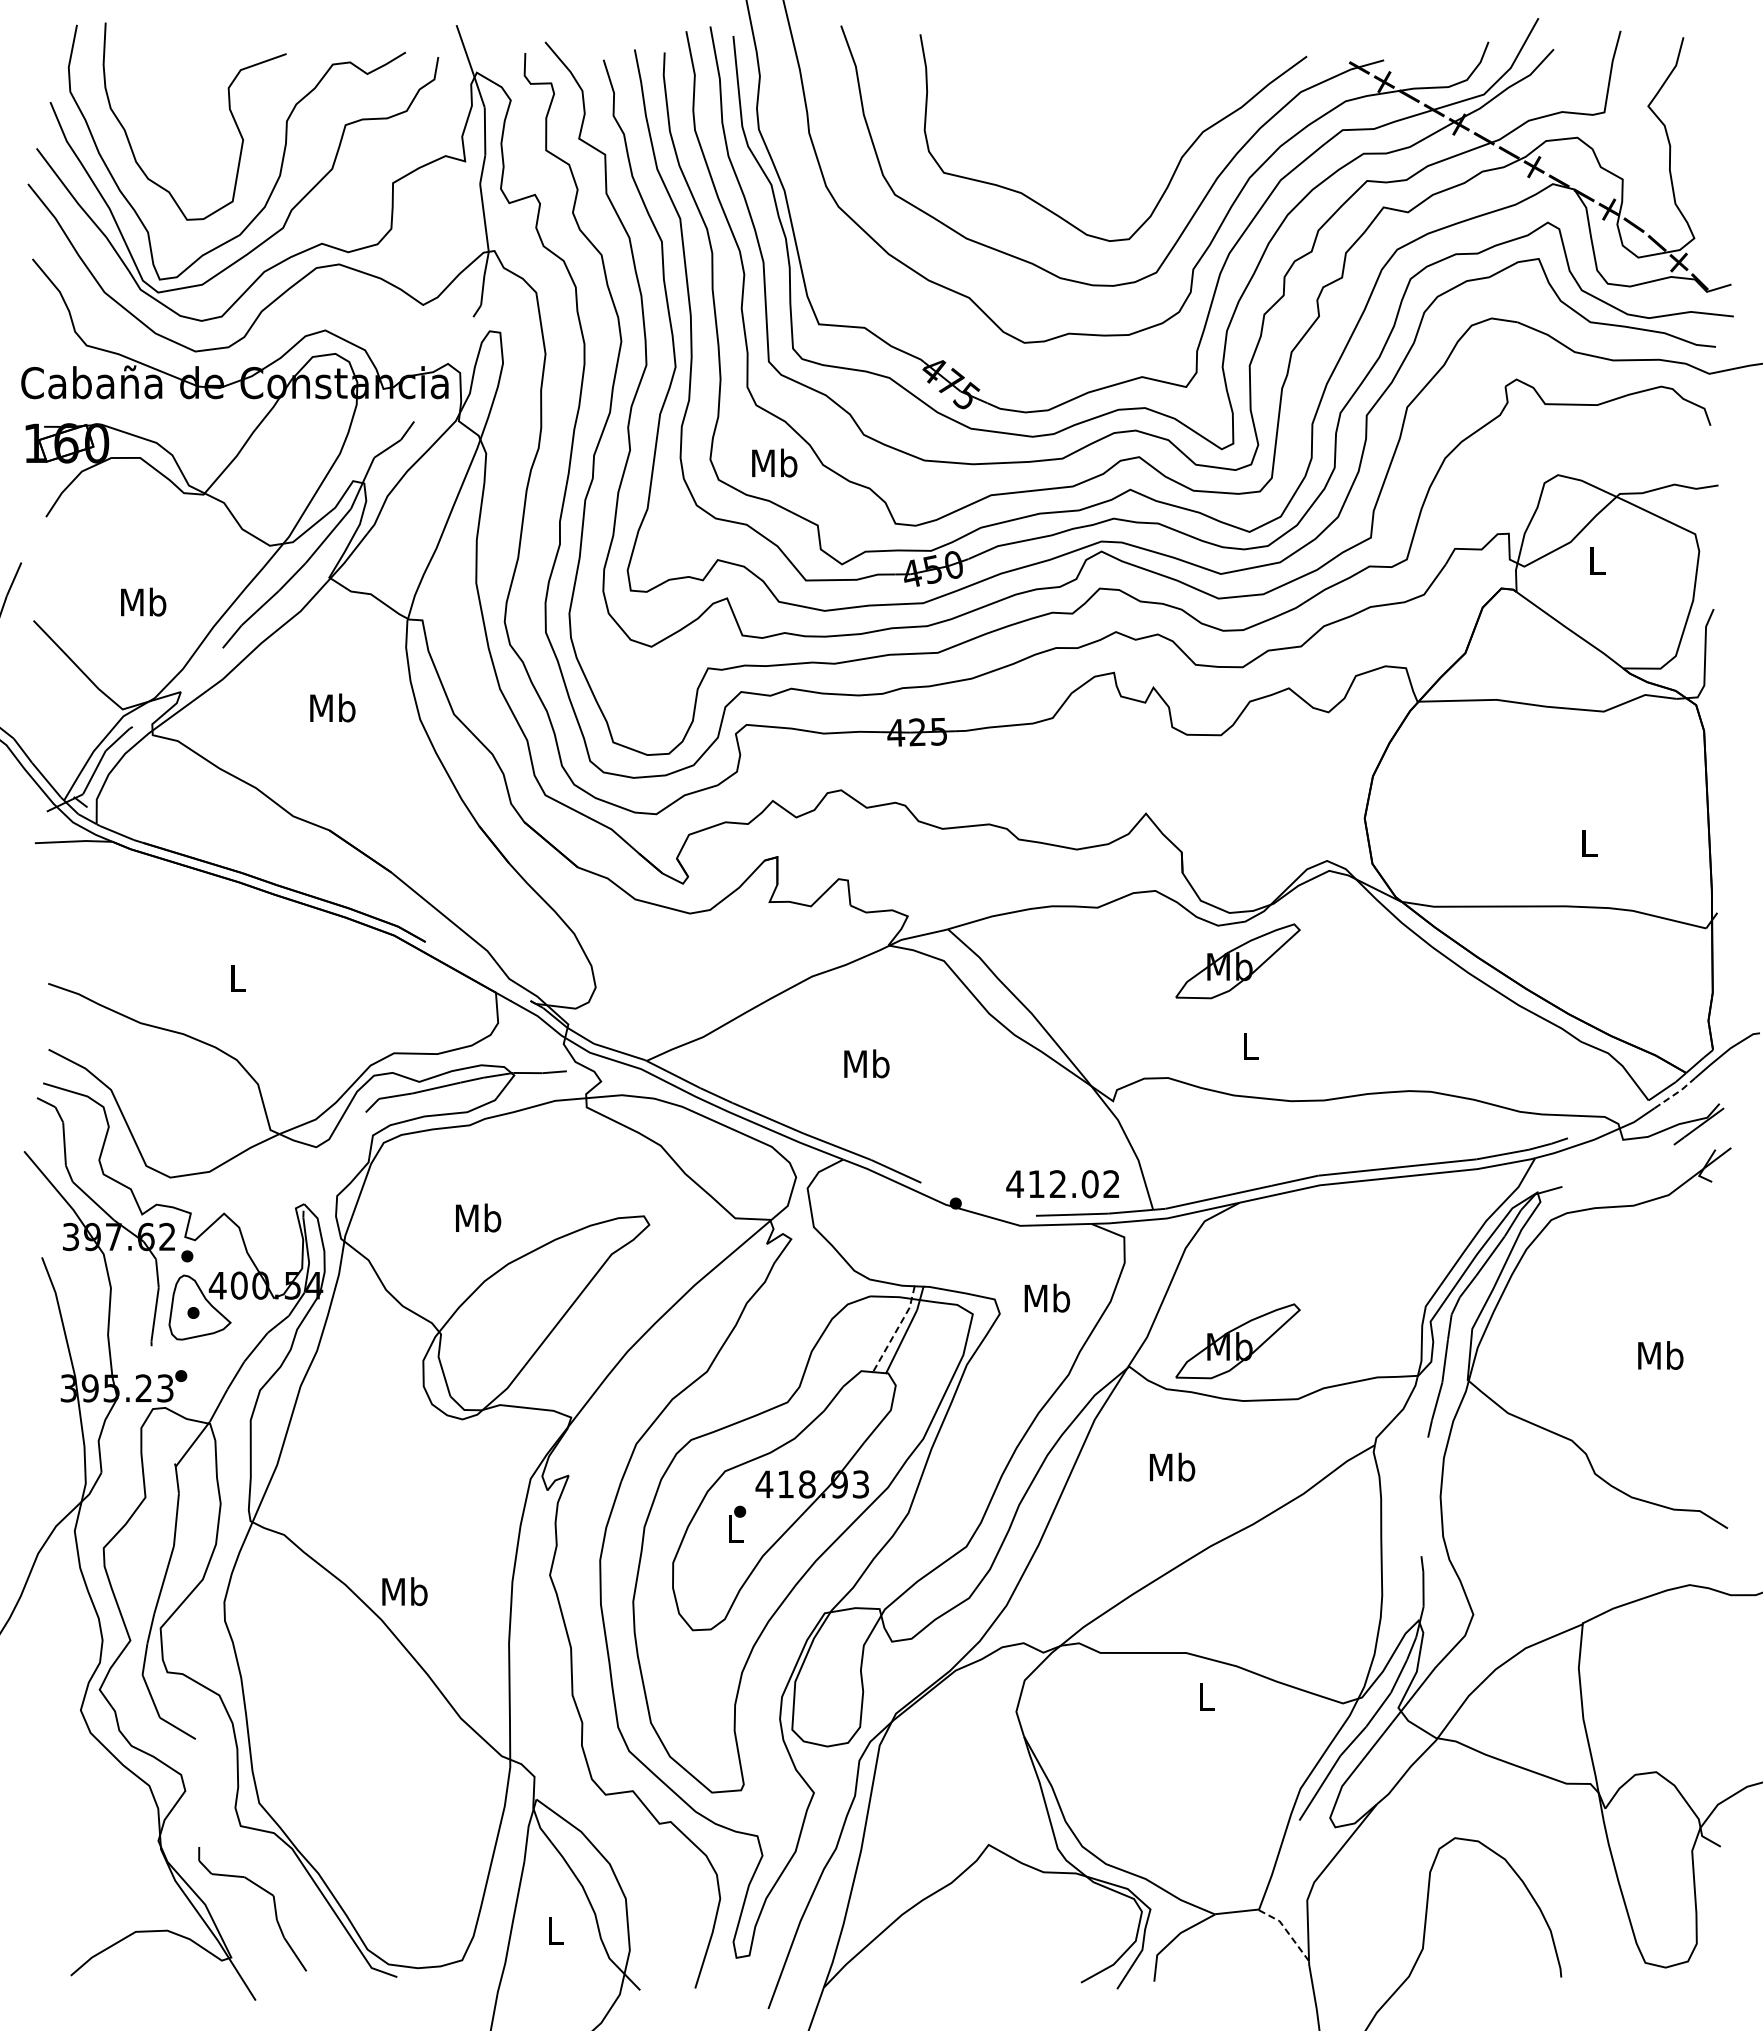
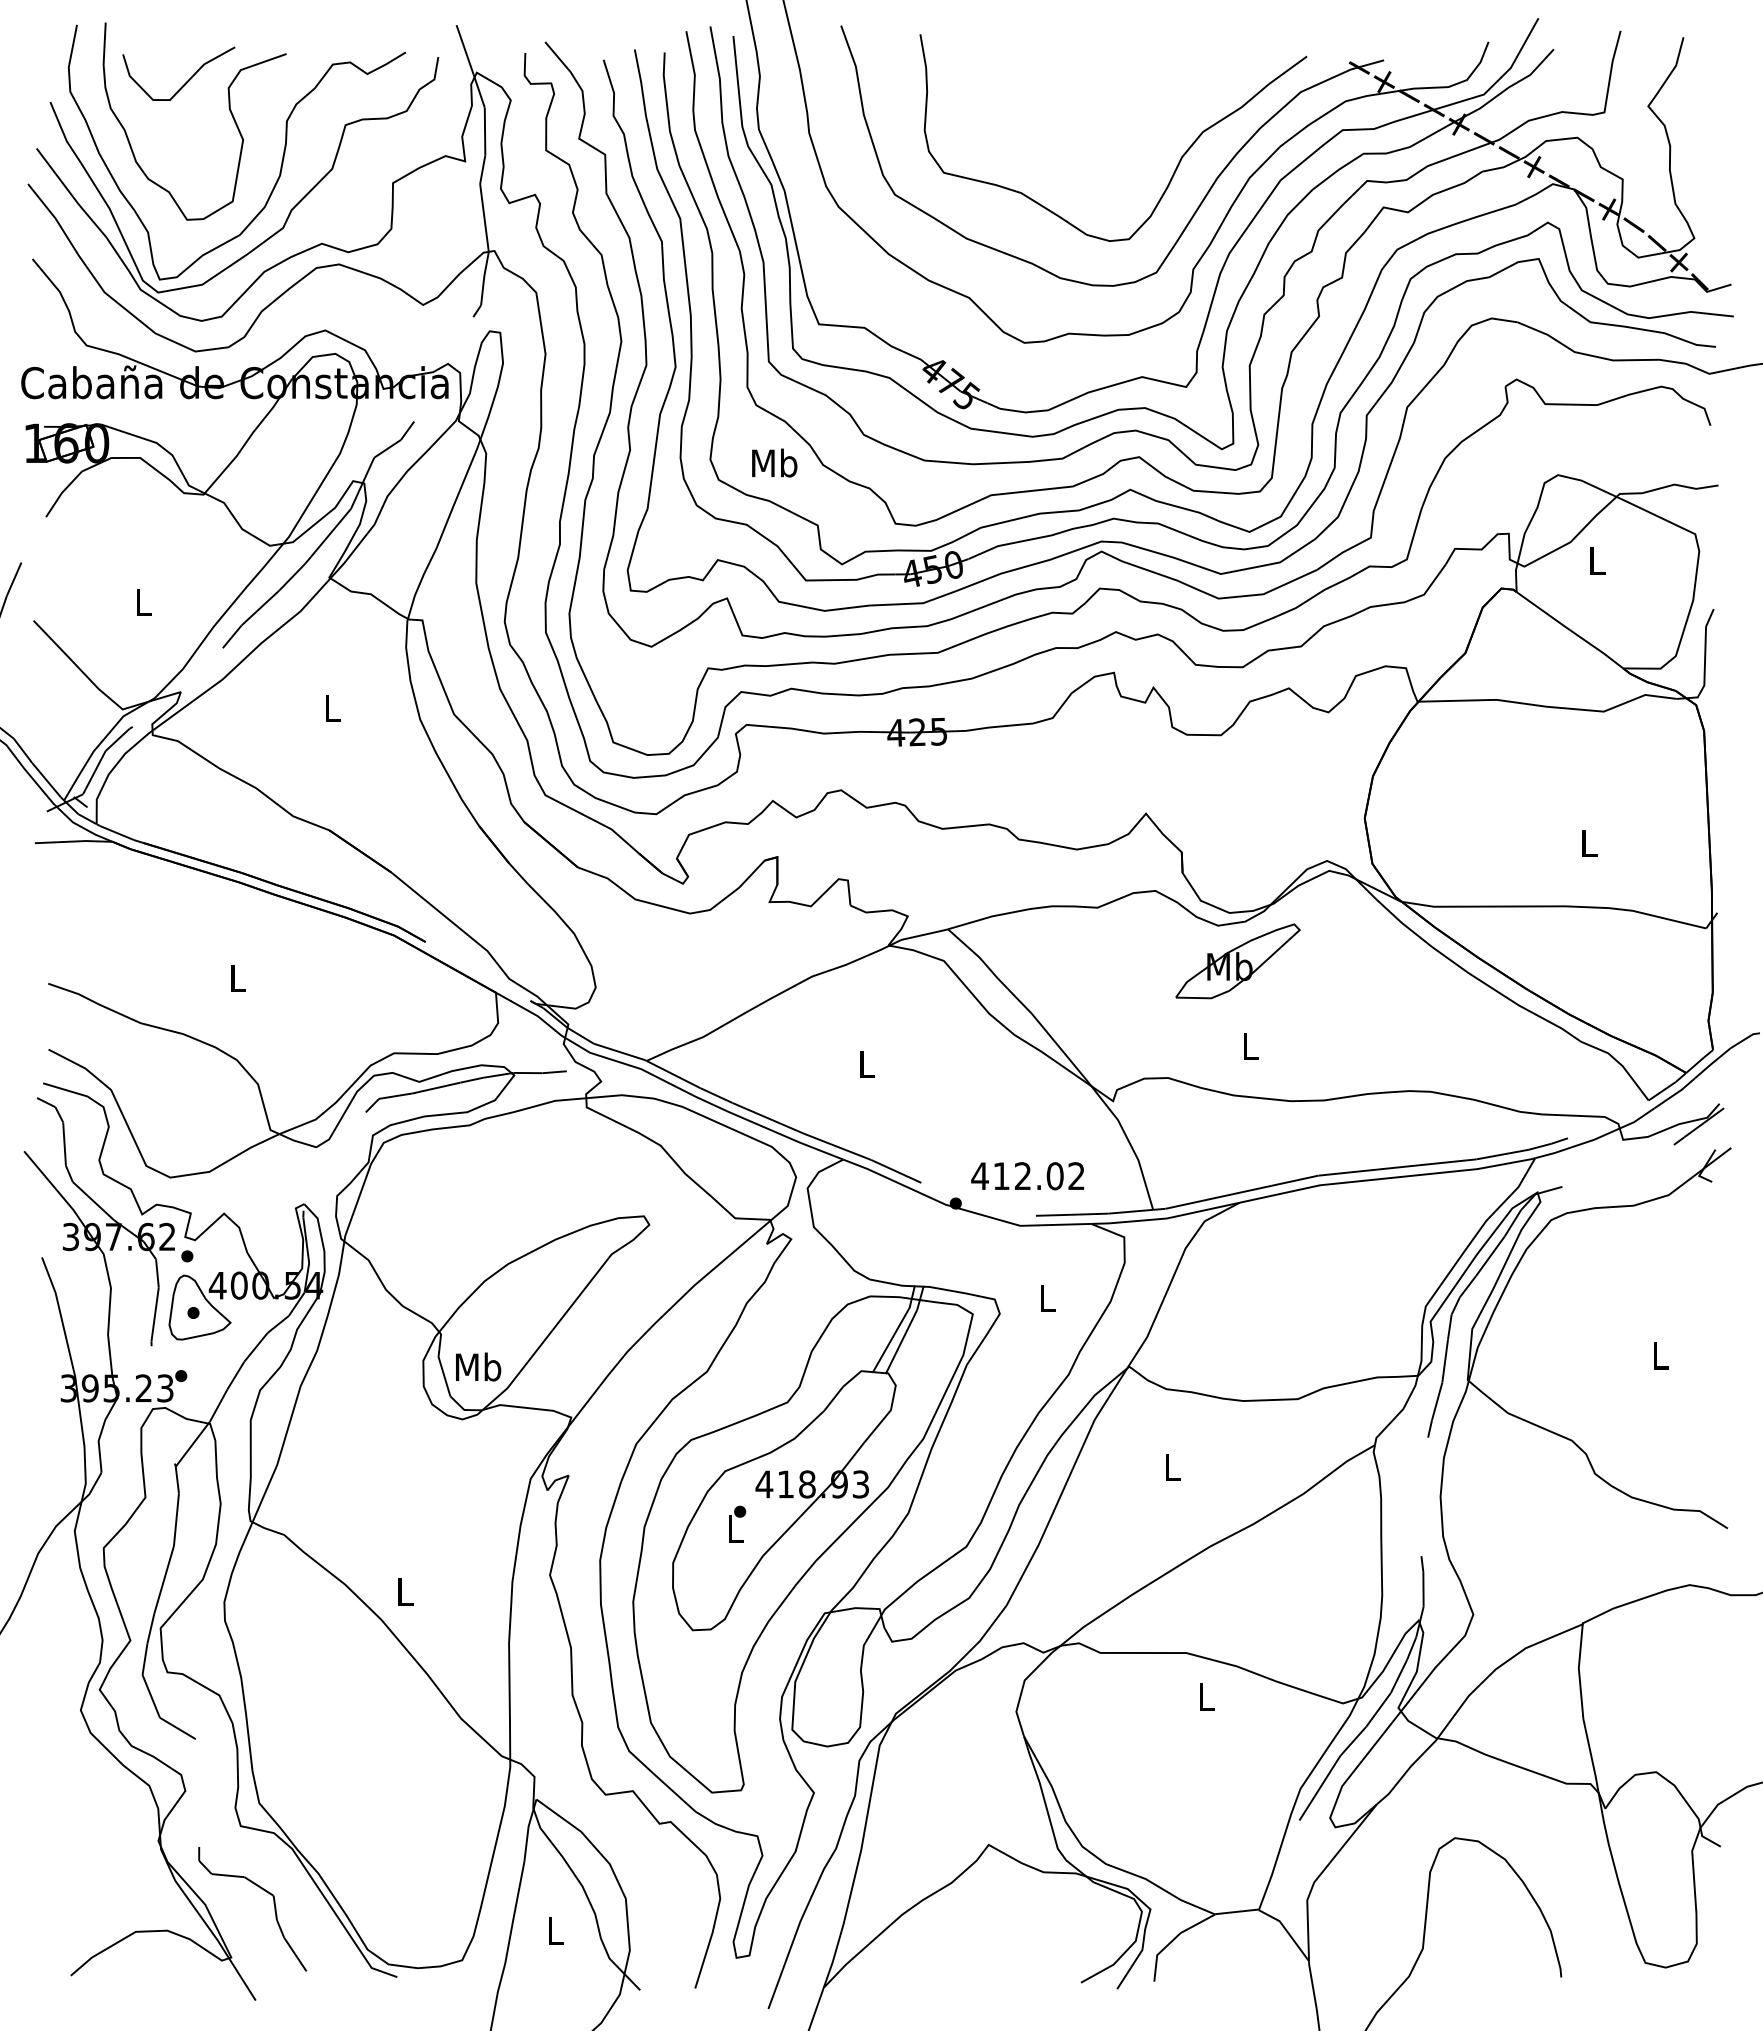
curve at (186, 81): none -> present
text at (143, 601): Mb -> L
text at (332, 707): Mb -> L
text at (866, 1063): Mb -> L
line at (1676, 1093): dashed -> solid
text at (1062, 1184) position: (1062, 1184) -> (1027, 1176)
text at (478, 1217) position: (478, 1217) -> (478, 1366)
text at (1047, 1297): Mb -> L
line at (896, 1330): dashed -> solid
part at (1237, 1341): present -> none
text at (1660, 1355): Mb -> L
text at (1172, 1466): Mb -> L
text at (404, 1591): Mb -> L
line at (1287, 1931): dashed -> solid
